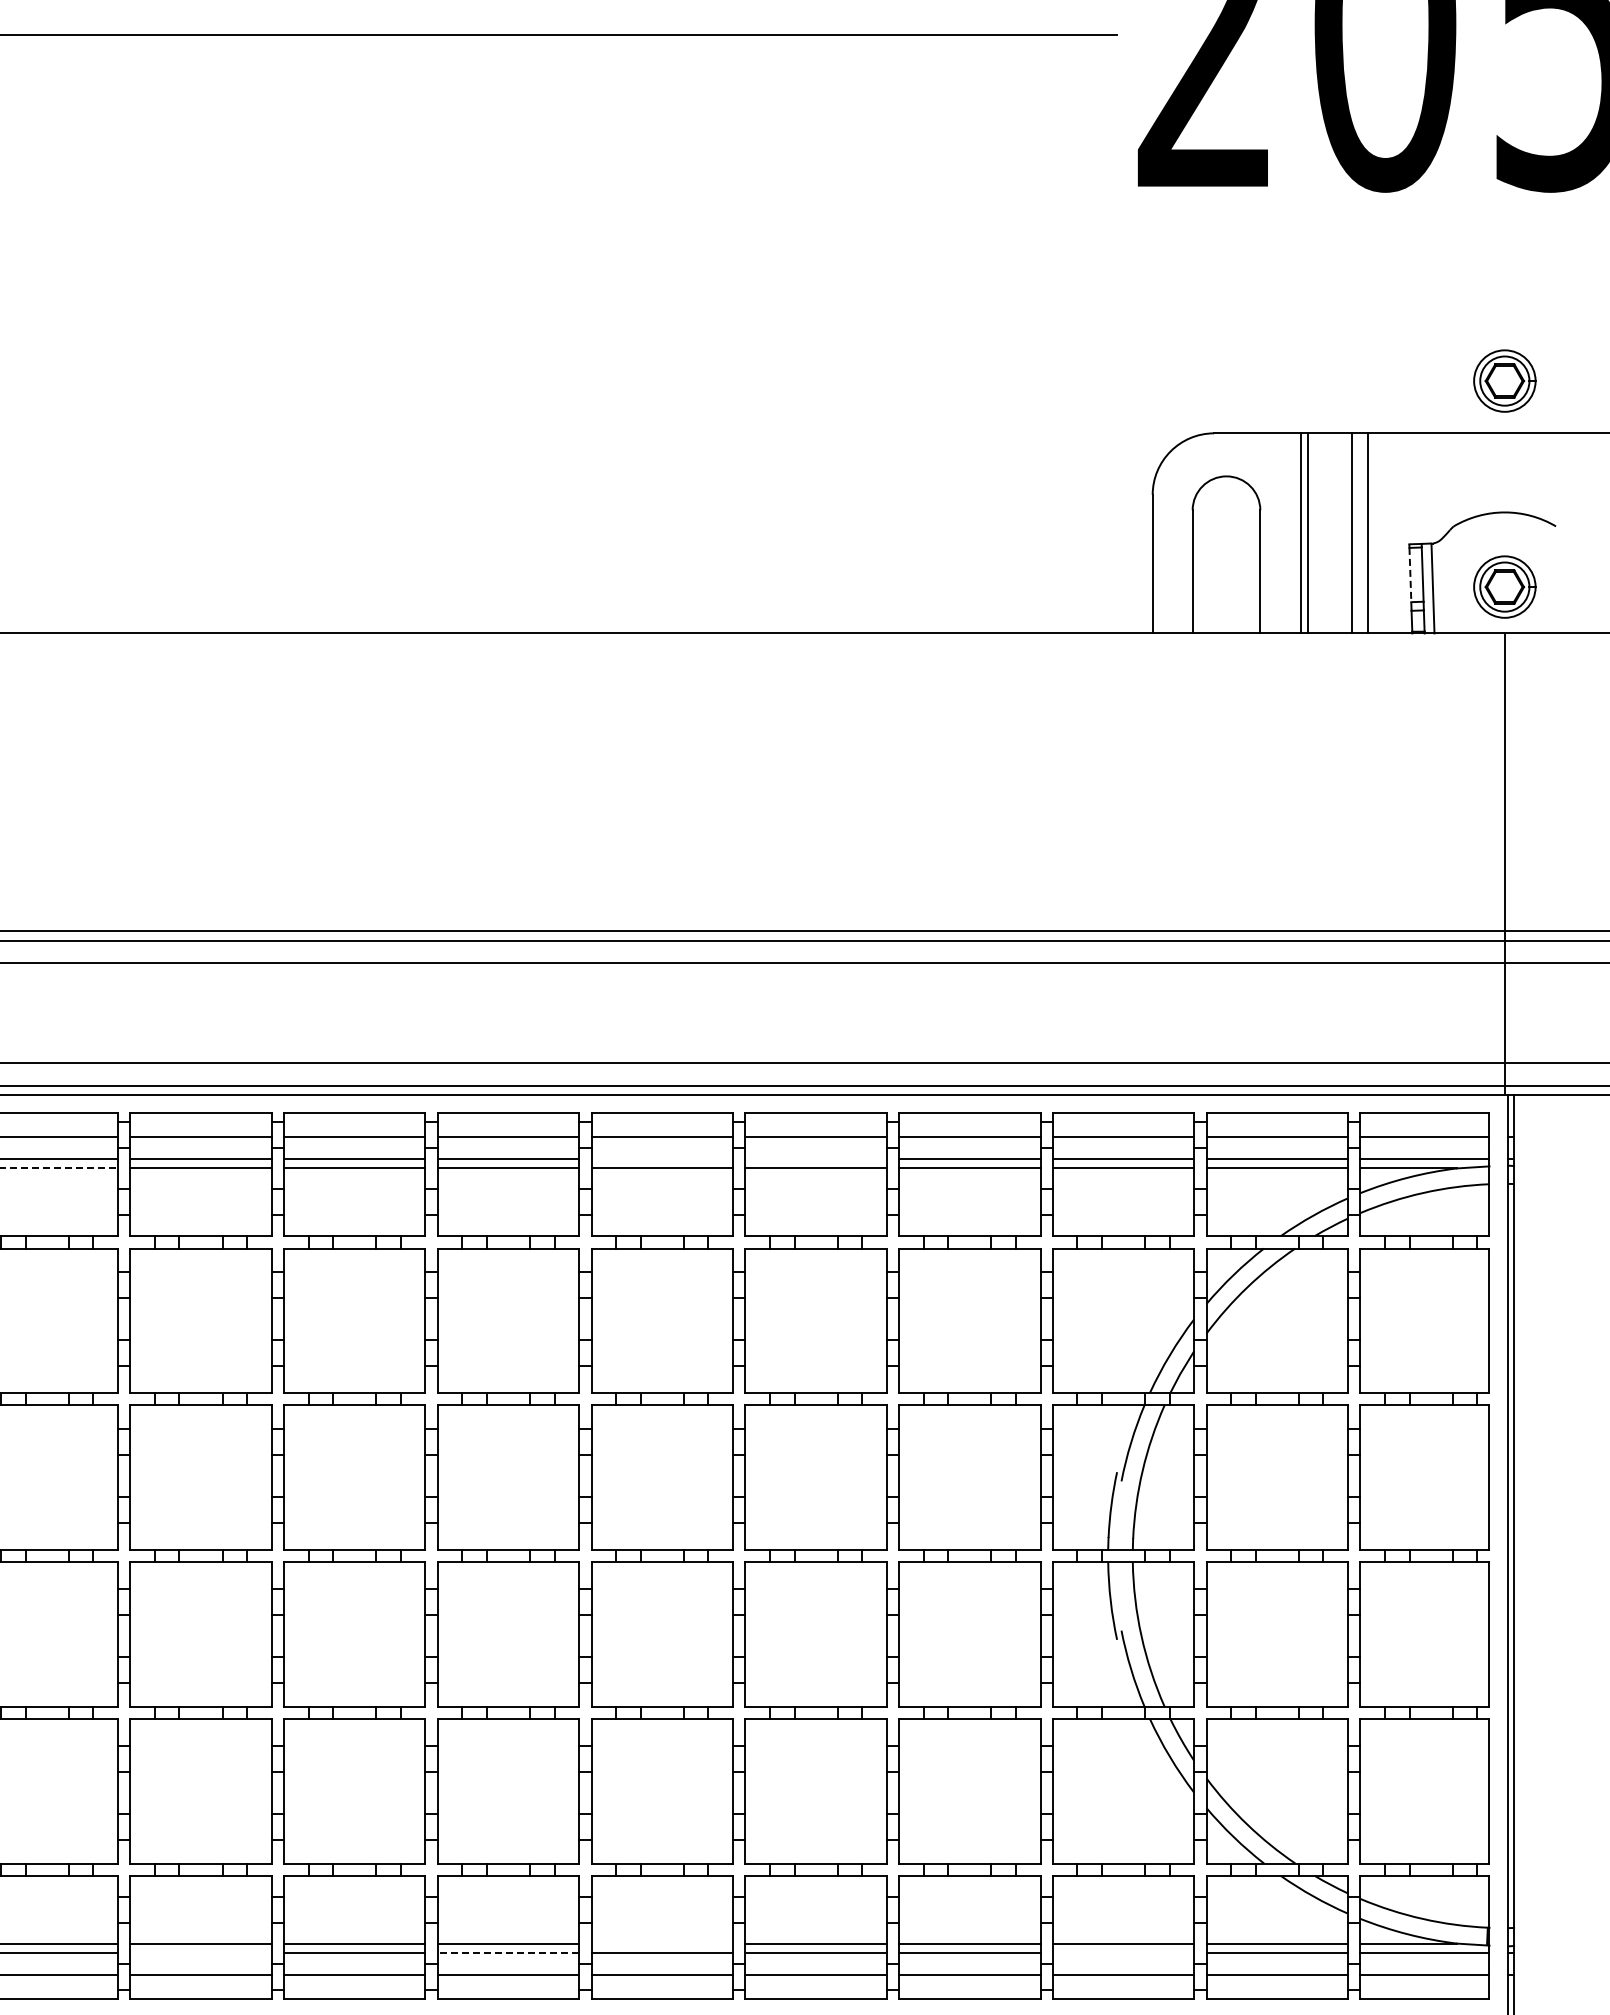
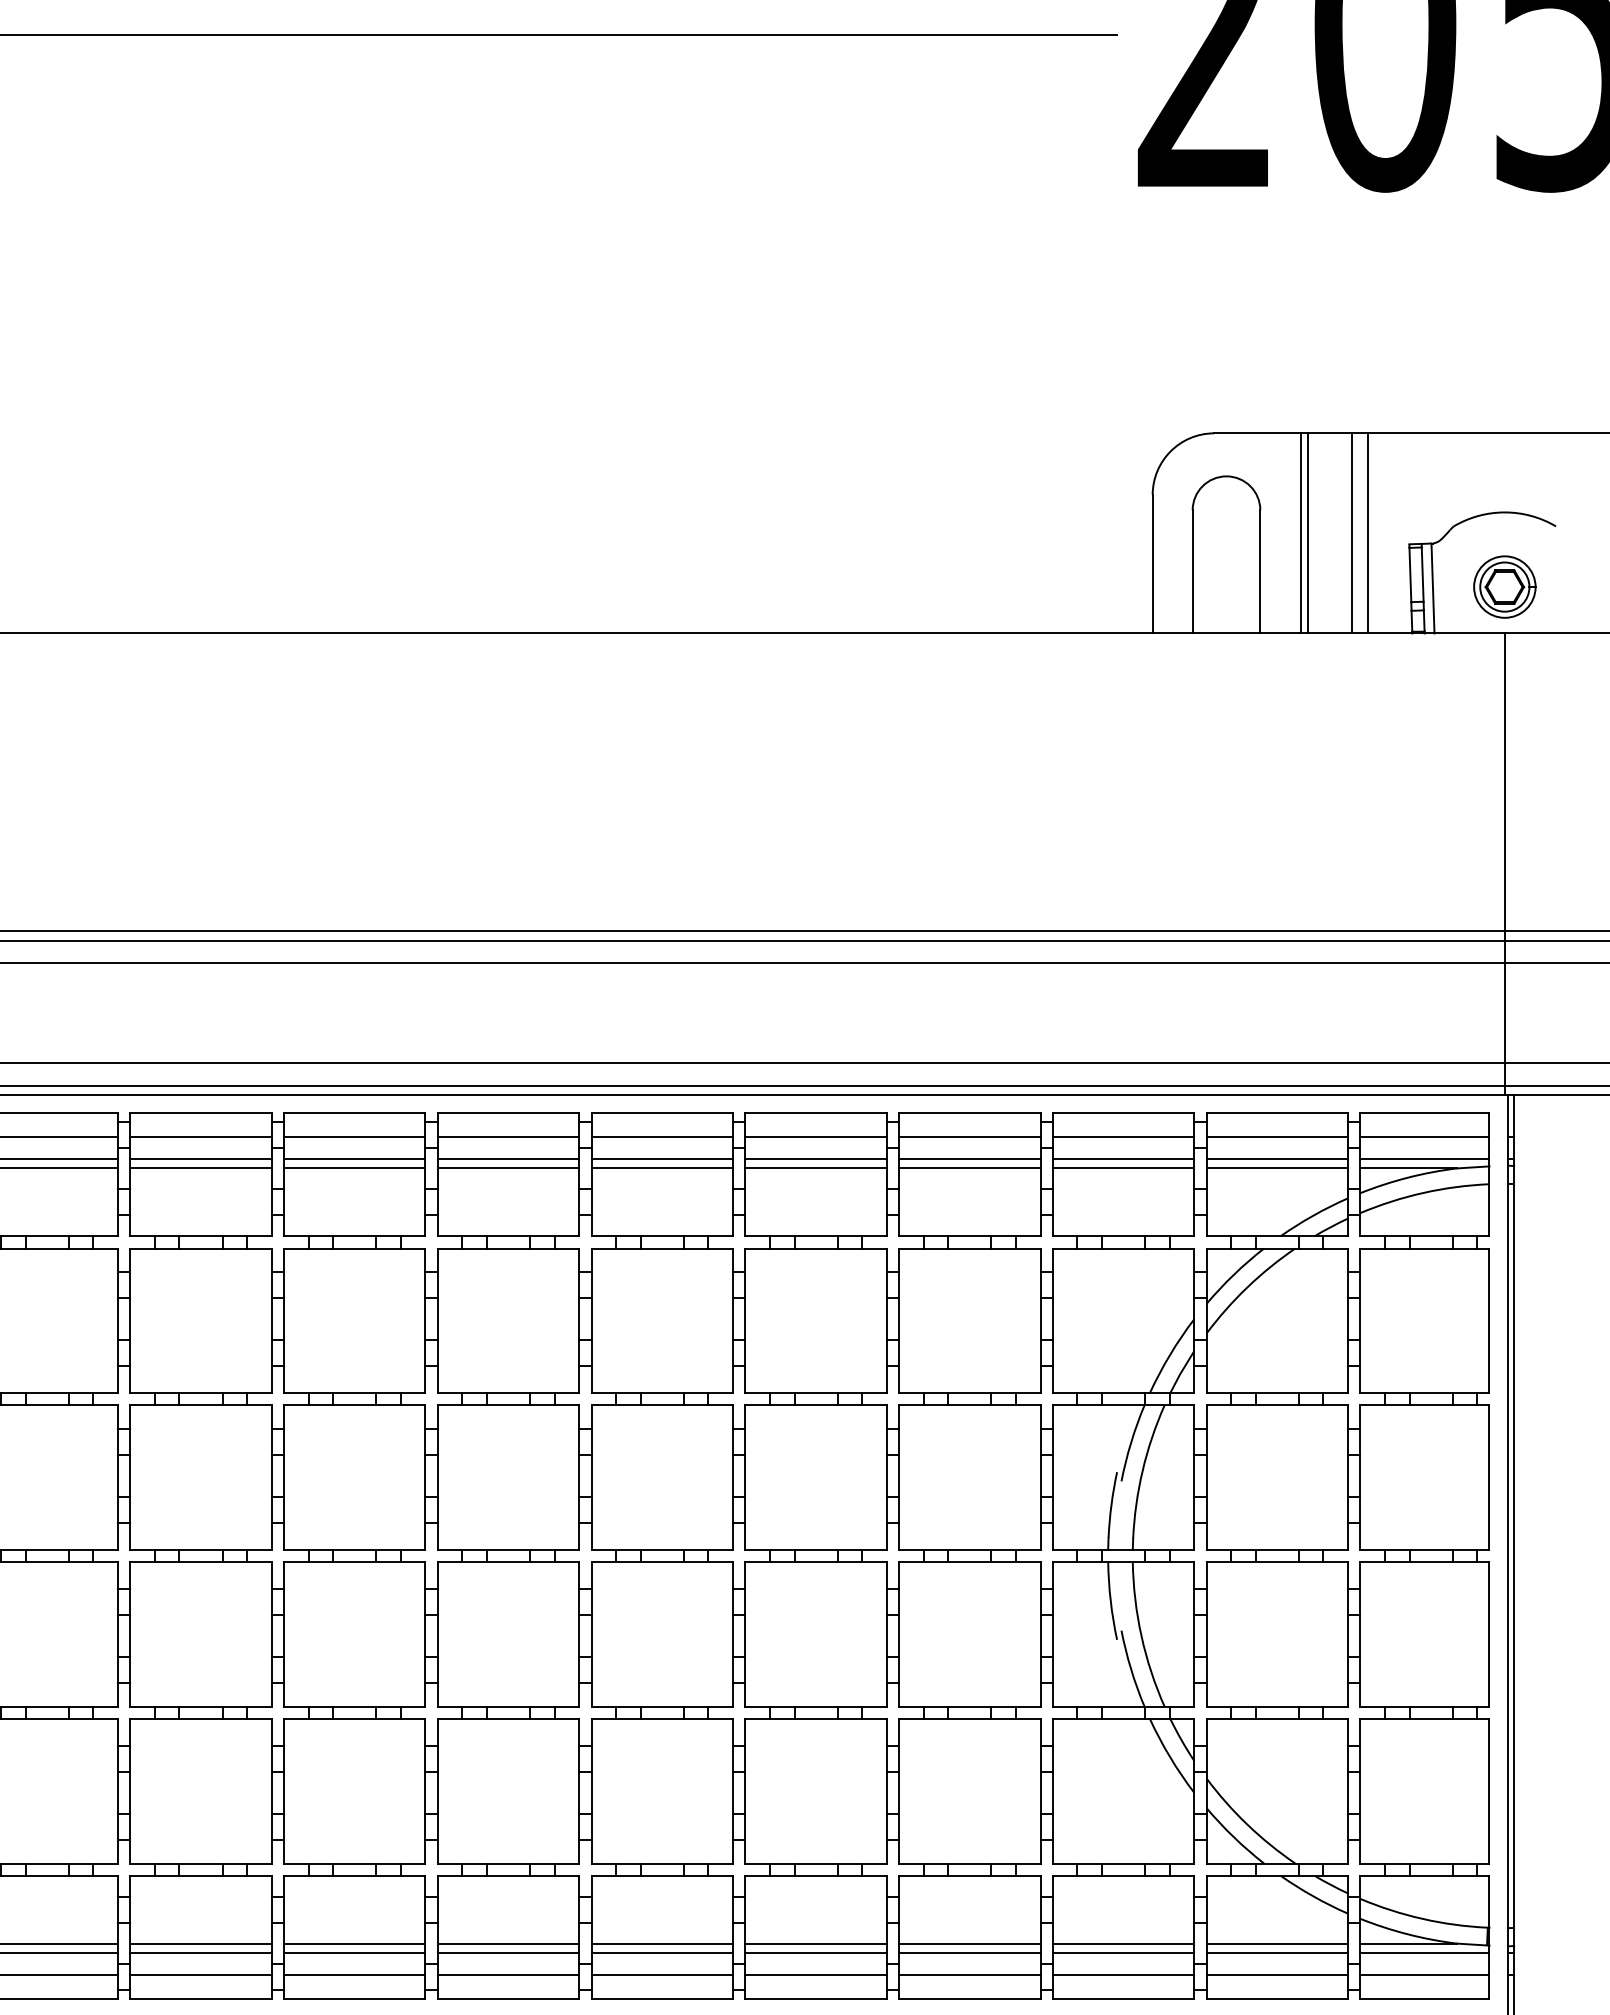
part at (1504, 380): present -> none
line at (1410, 575): dashed -> solid
line at (662, 1159): none -> present
line at (815, 1159): none -> present
line at (59, 1168): dashed -> solid
line at (662, 1943): none -> present
line at (200, 1952): none -> present
line at (508, 1952): dashed -> solid
line at (1123, 1952): none -> present
